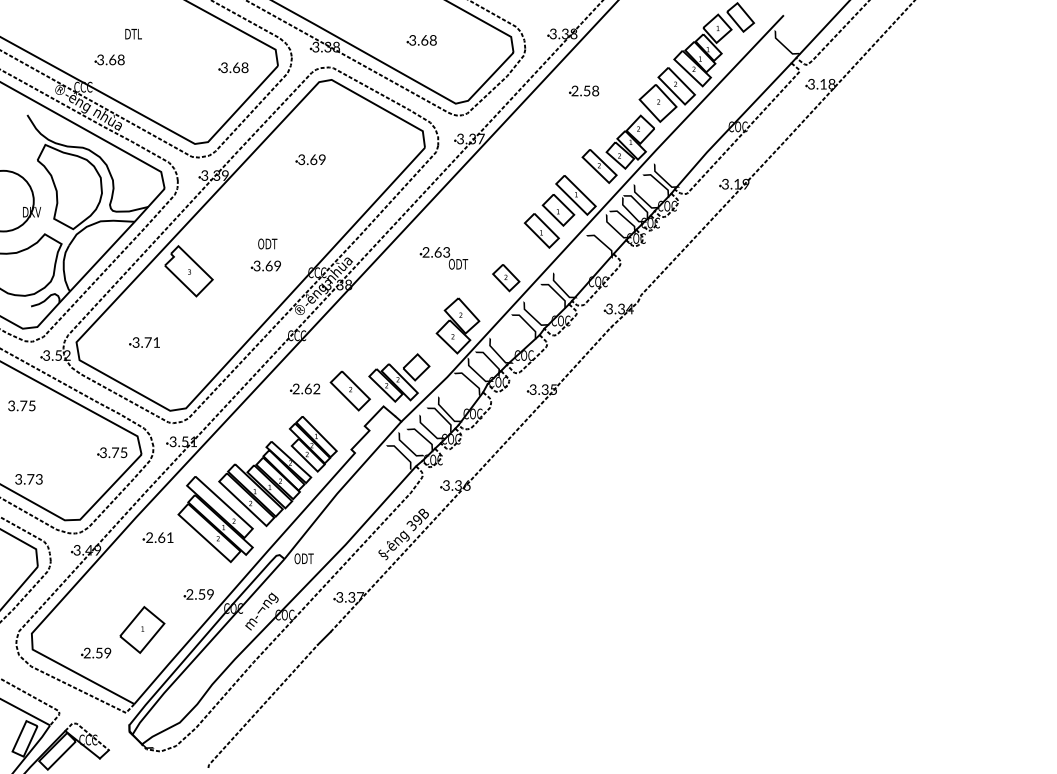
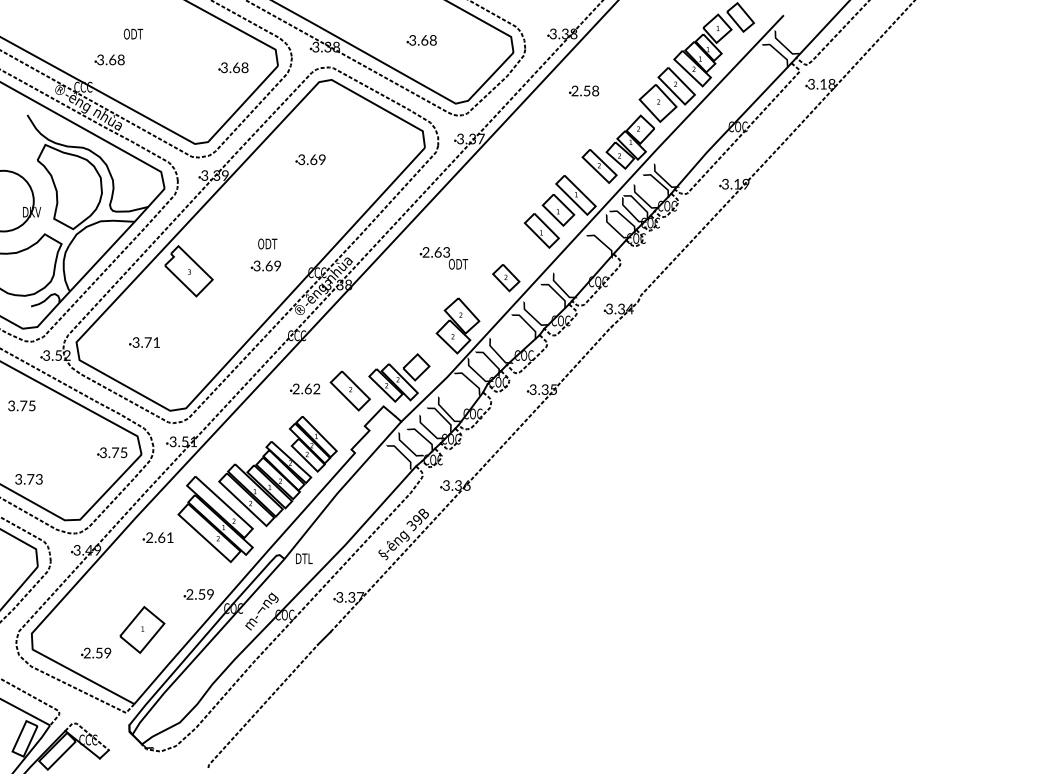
text at (133, 33): DTL -> ODT
fill at (774, 55): none -> present
text at (303, 558): ODT -> DTL
